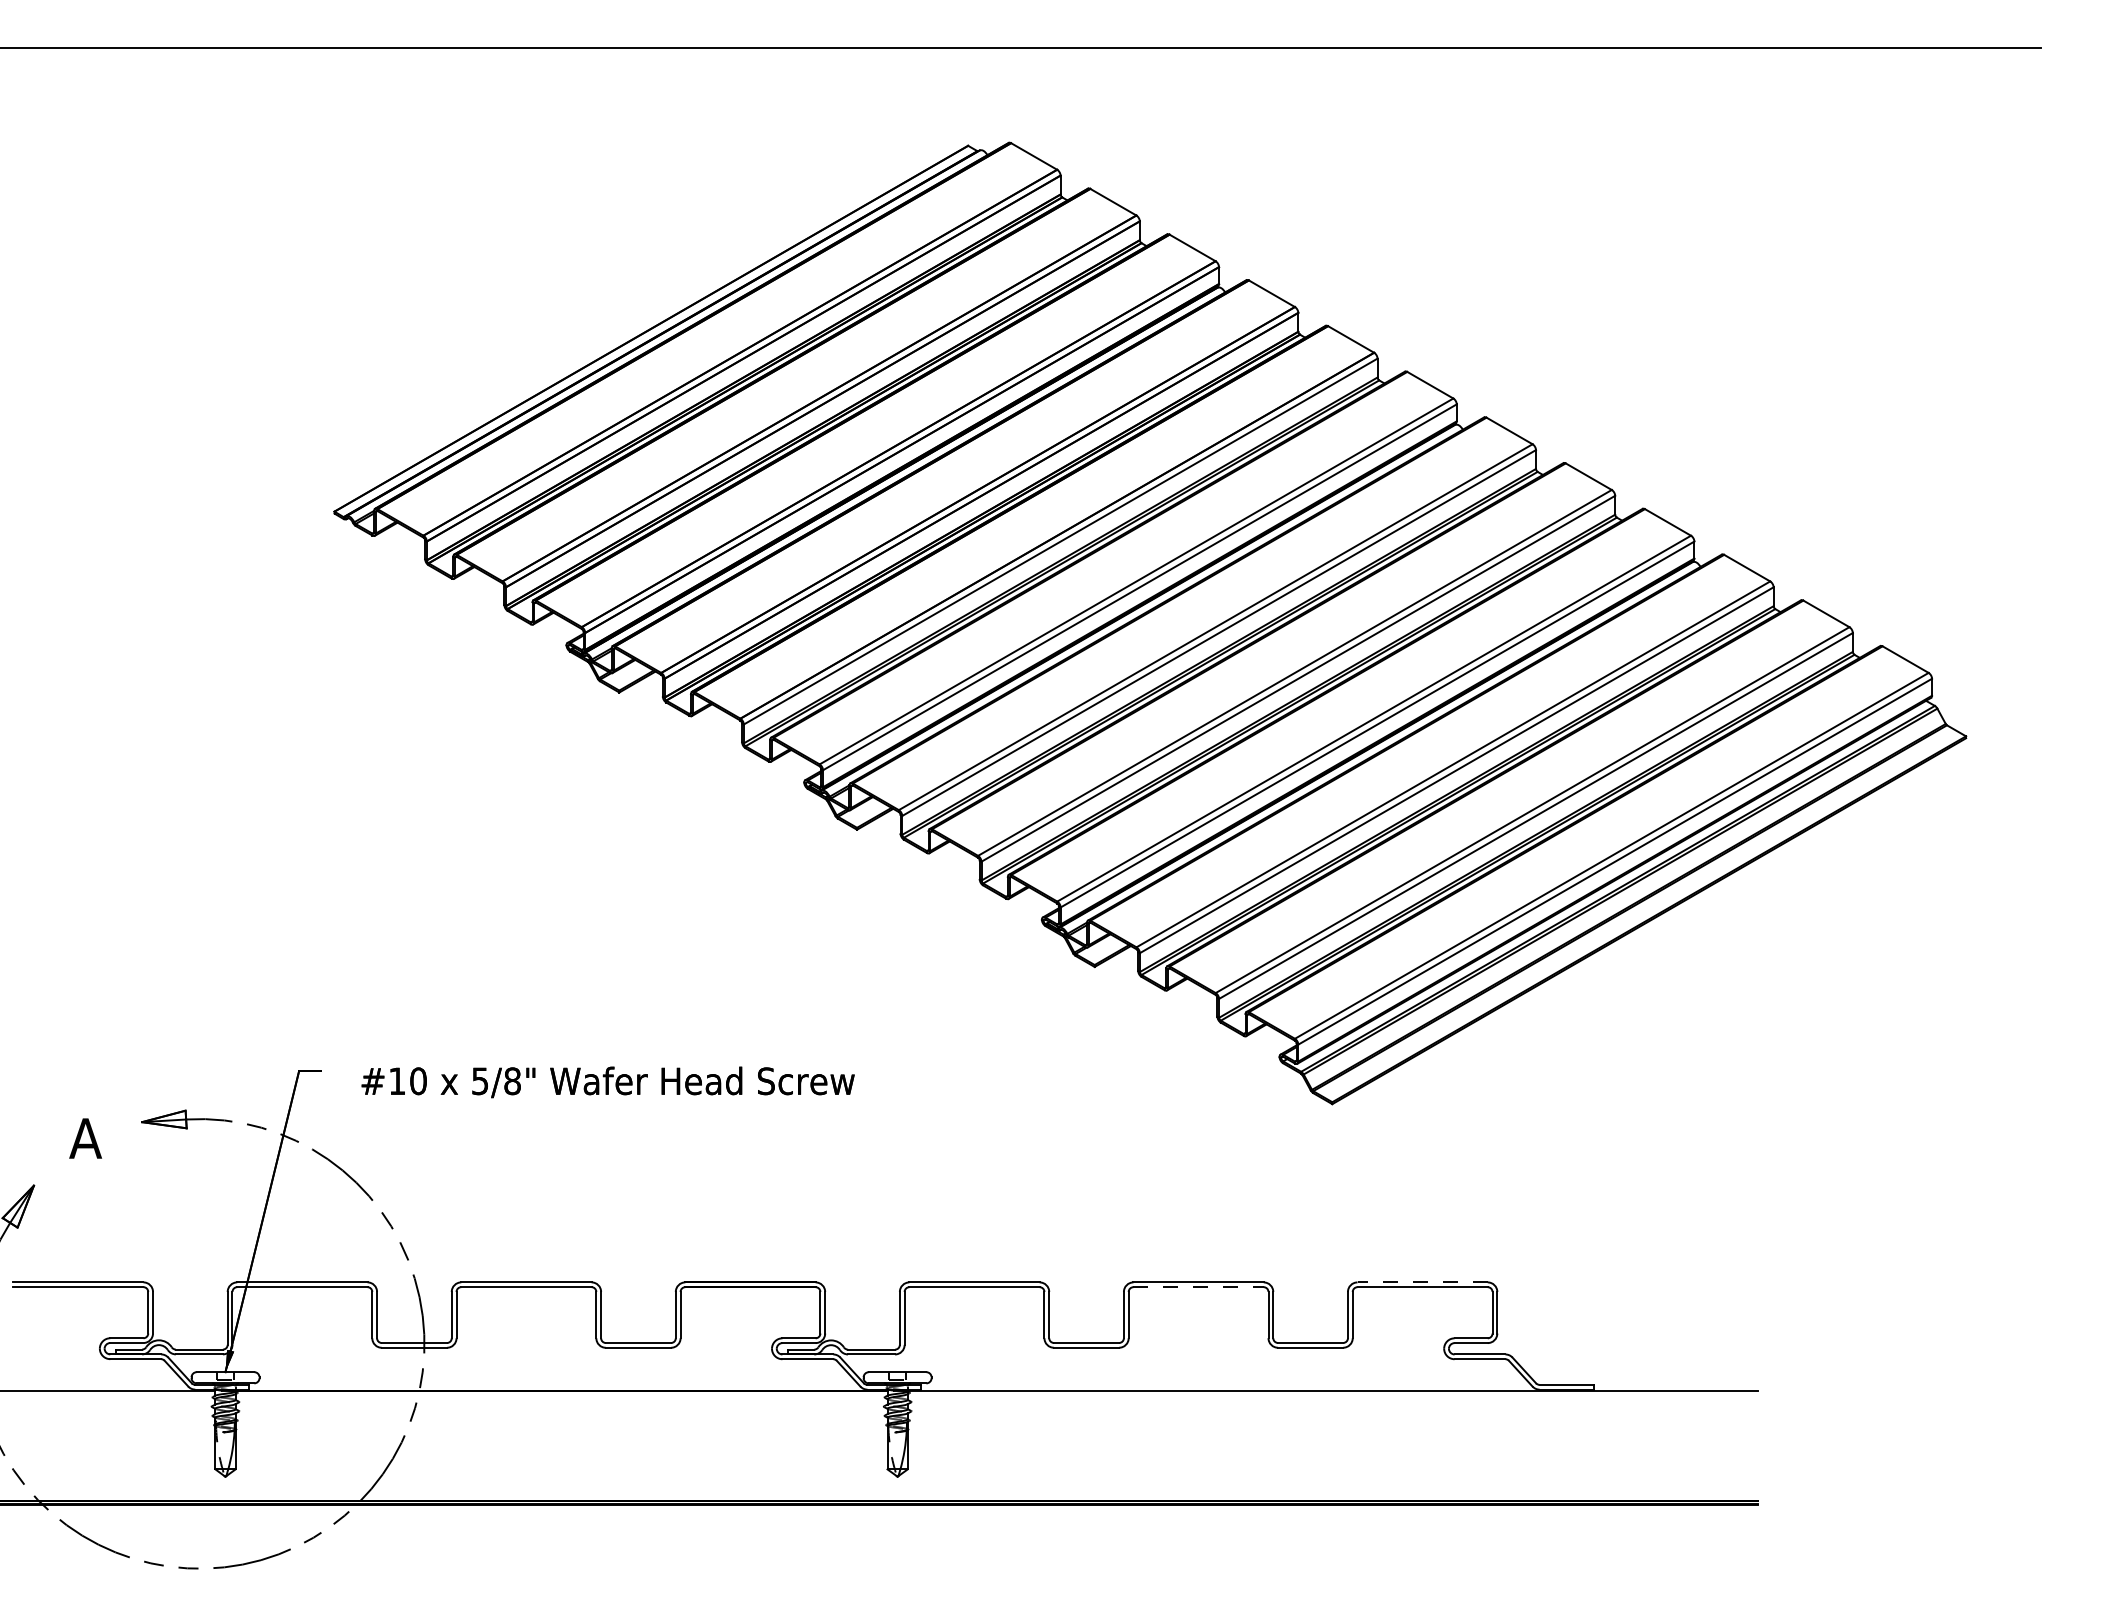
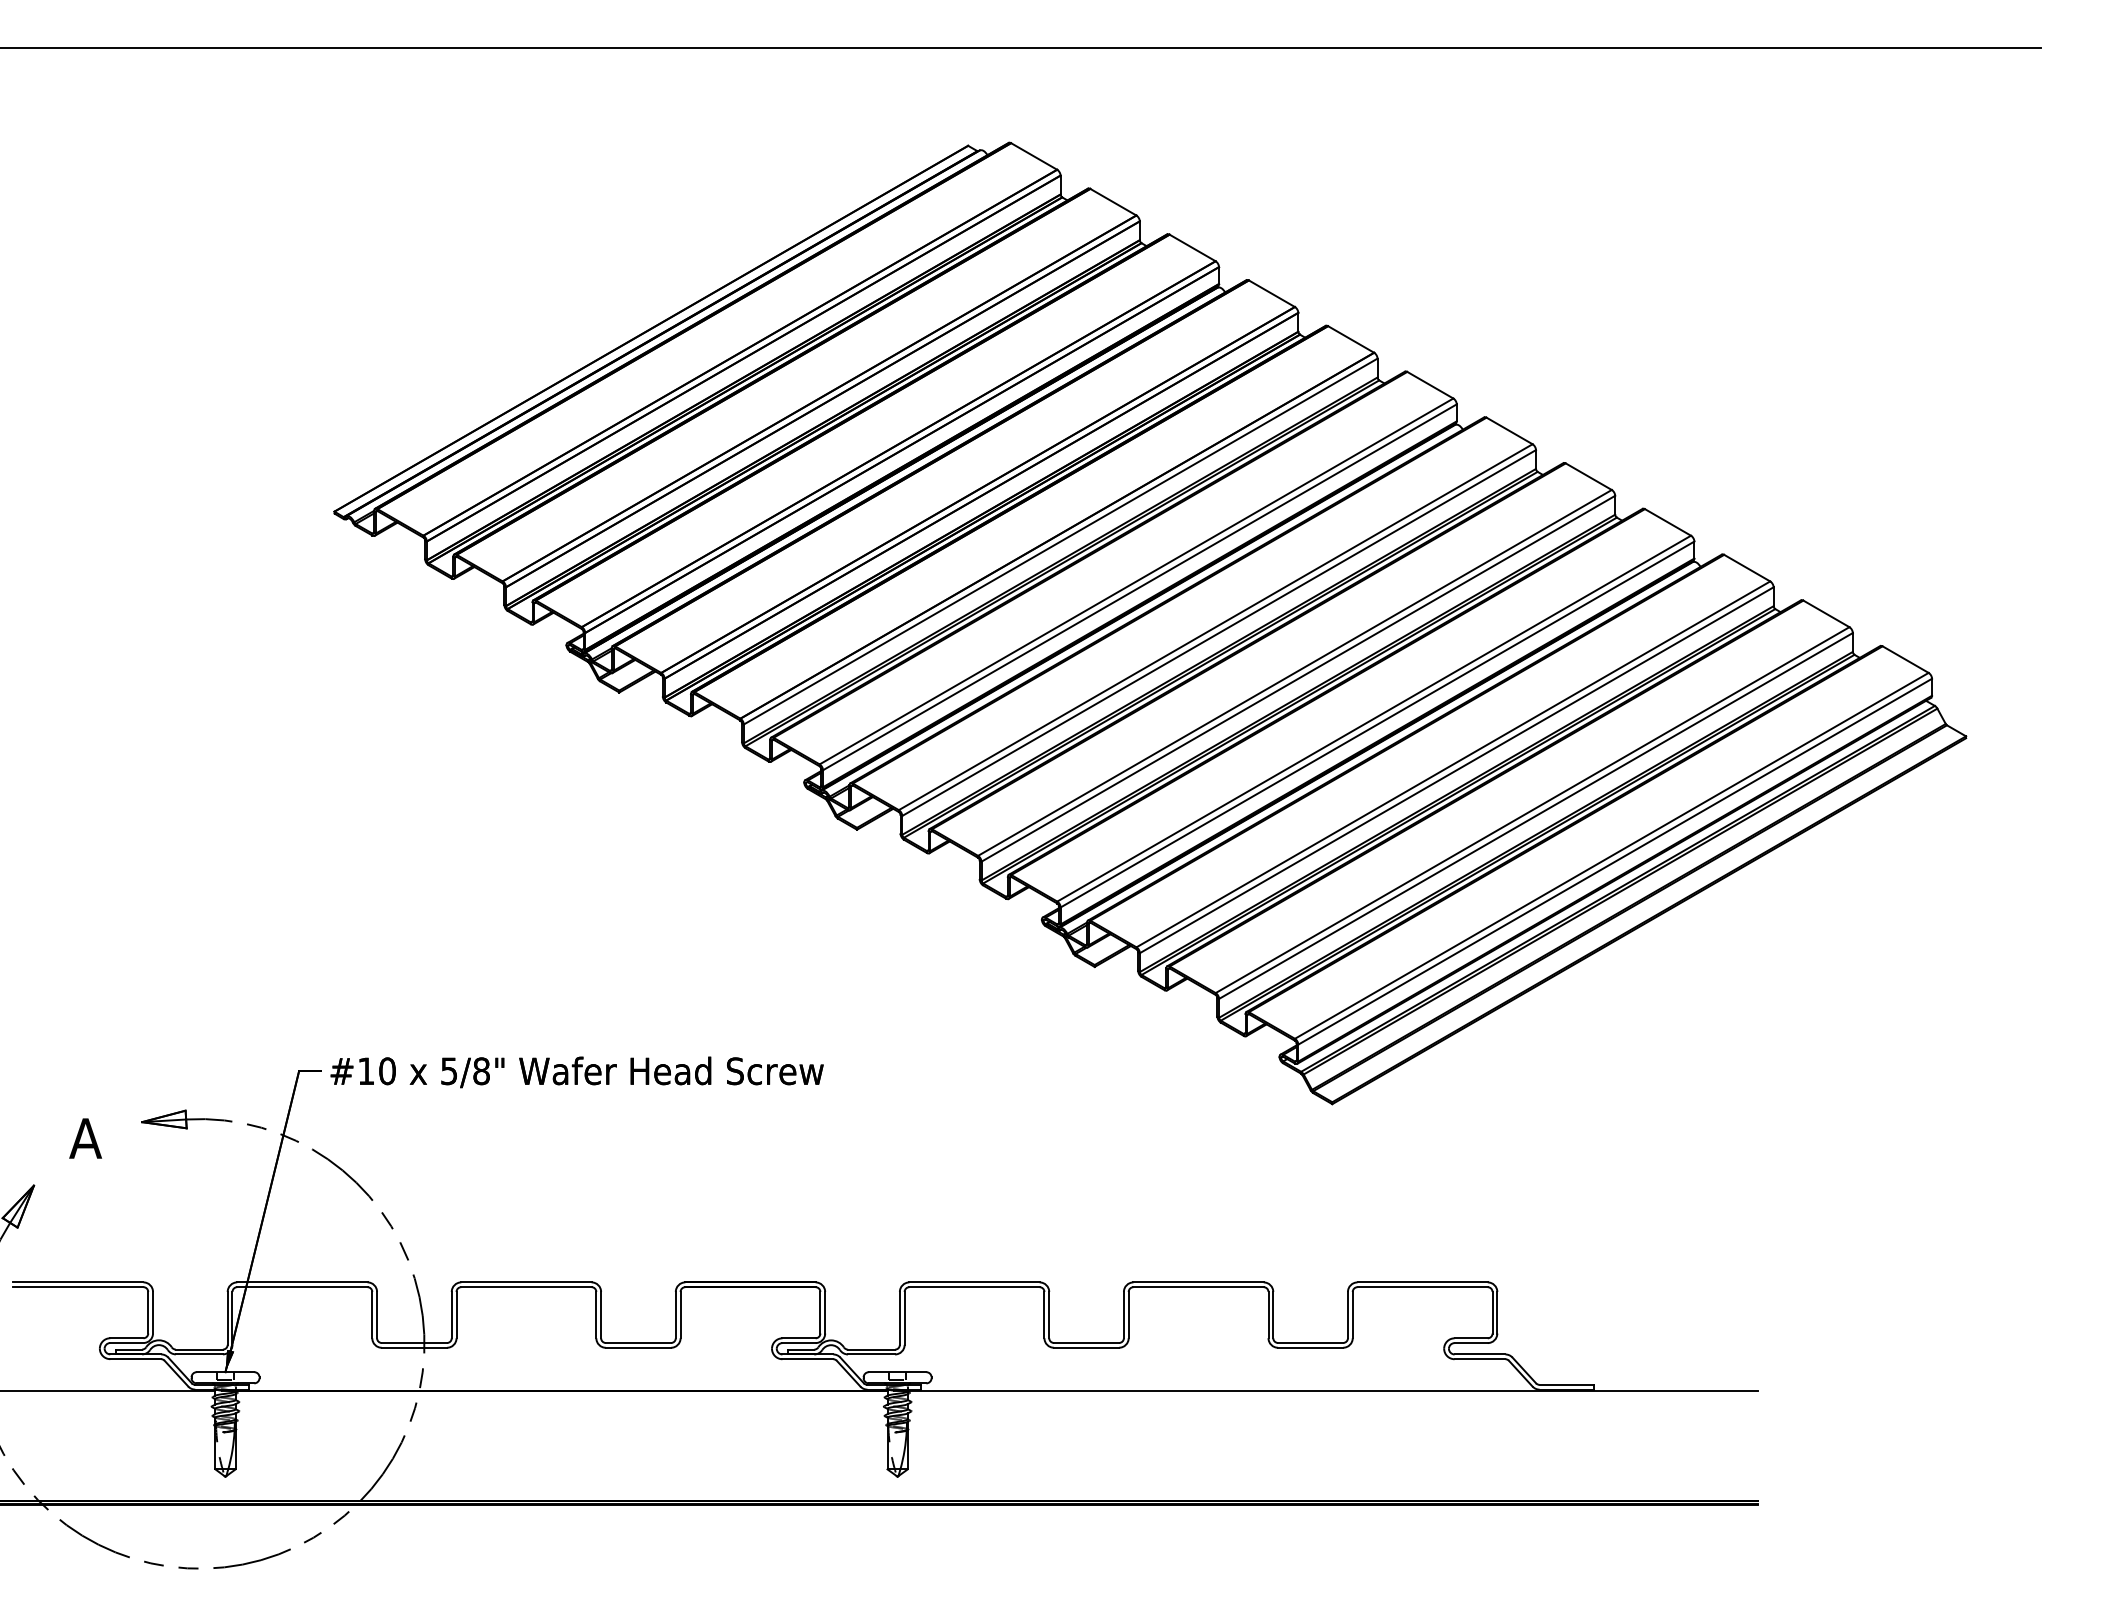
text at (607, 1082) position: (607, 1082) -> (576, 1072)
line at (1422, 1282): dashed -> solid
line at (1199, 1287): dashed -> solid
